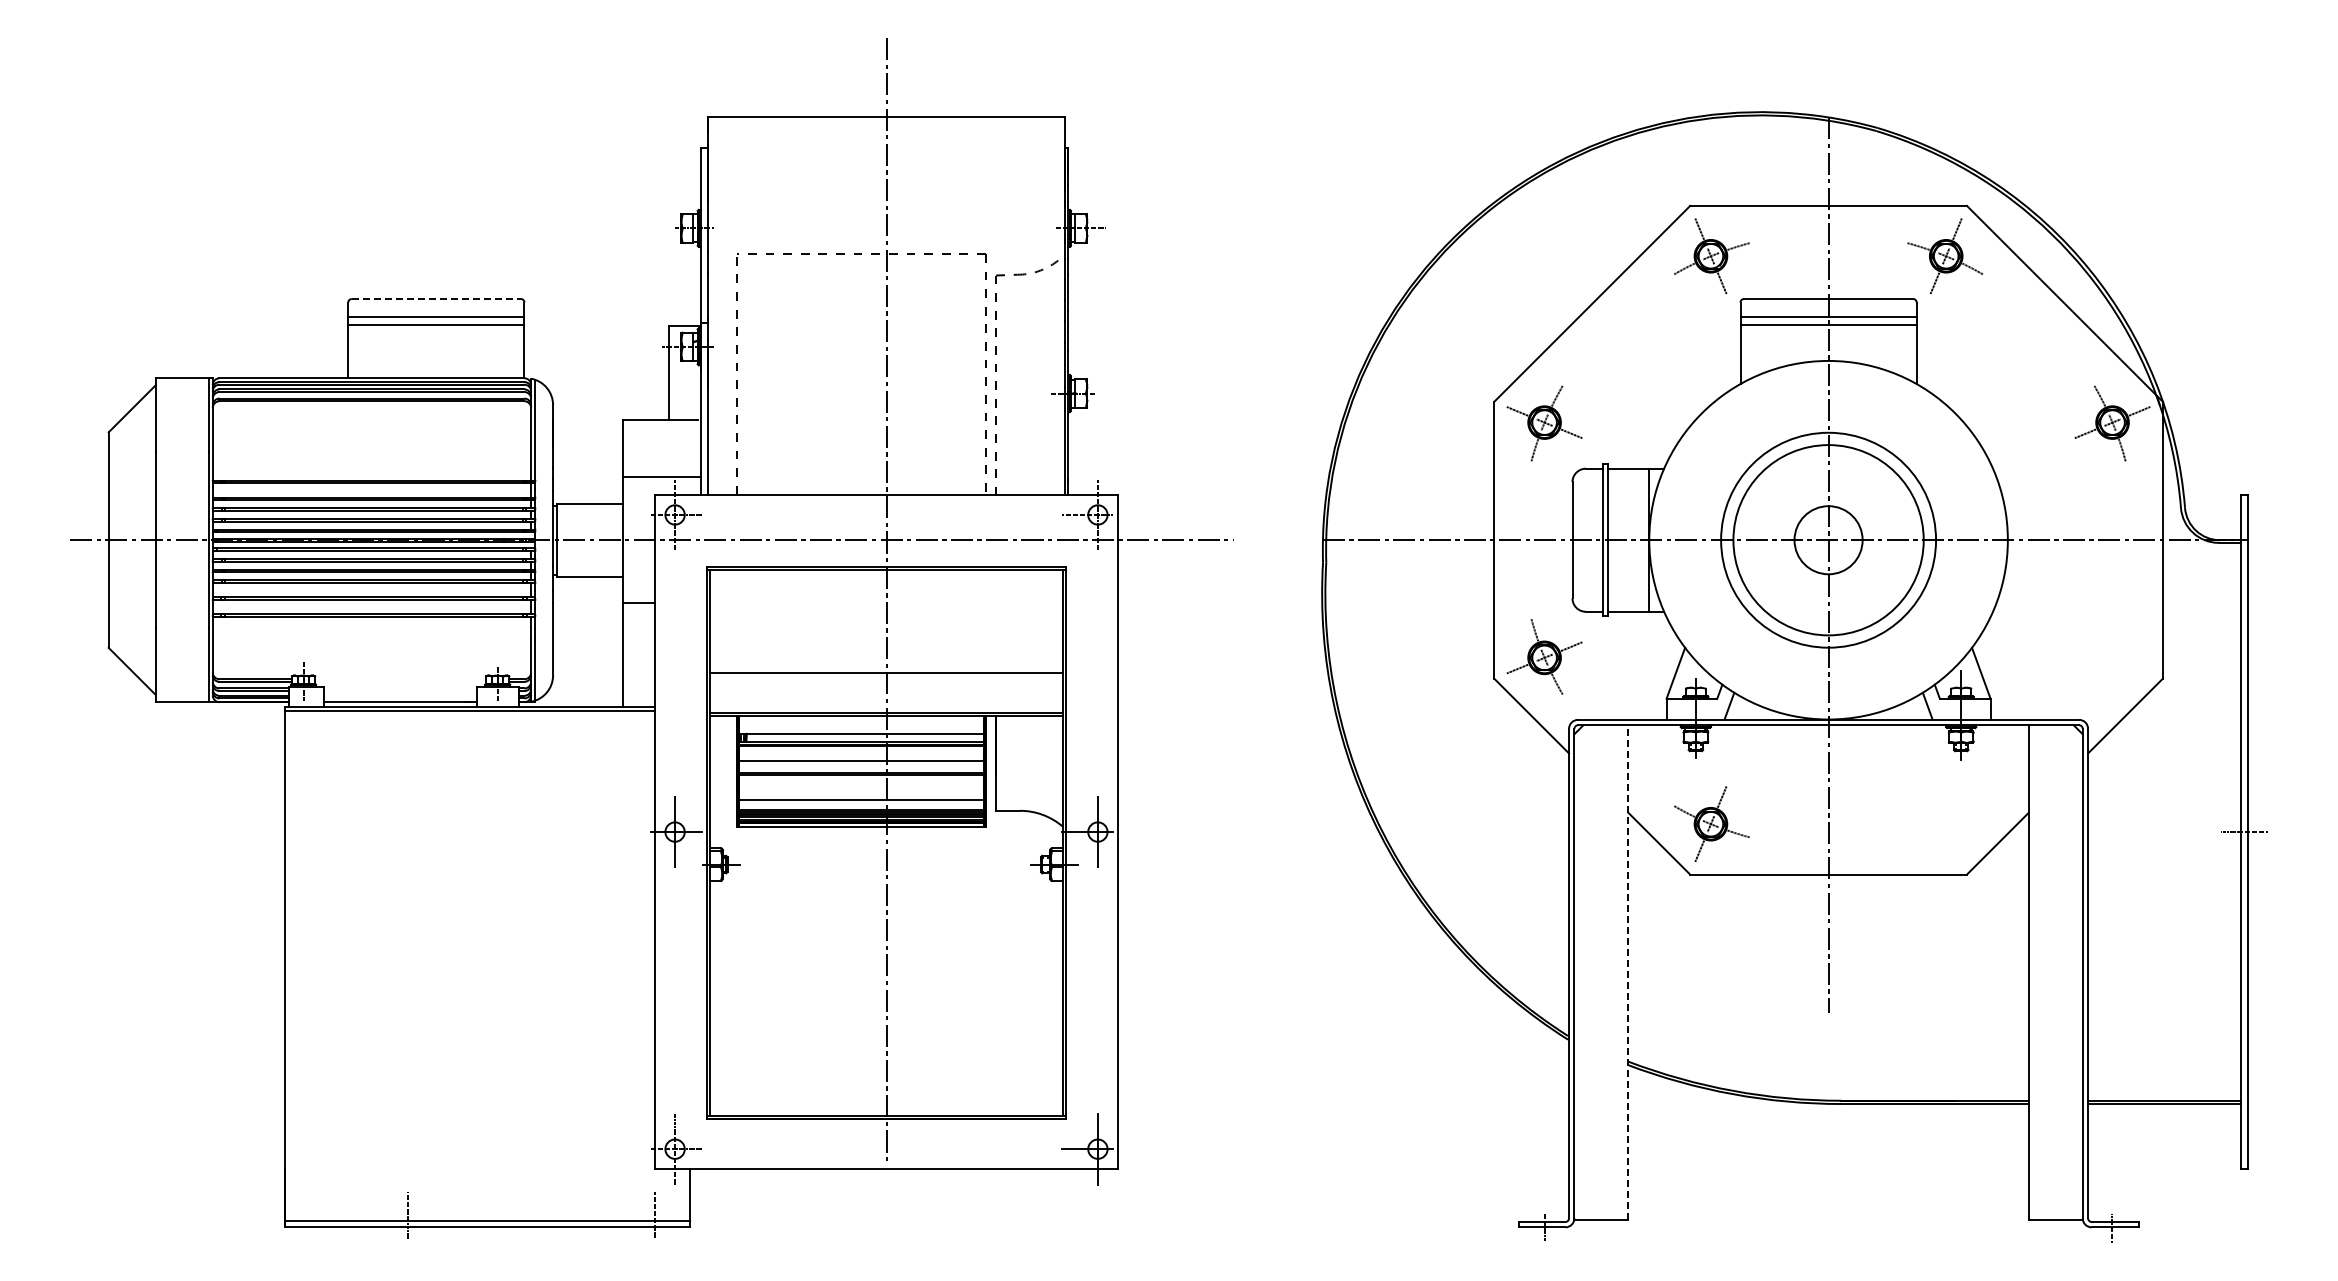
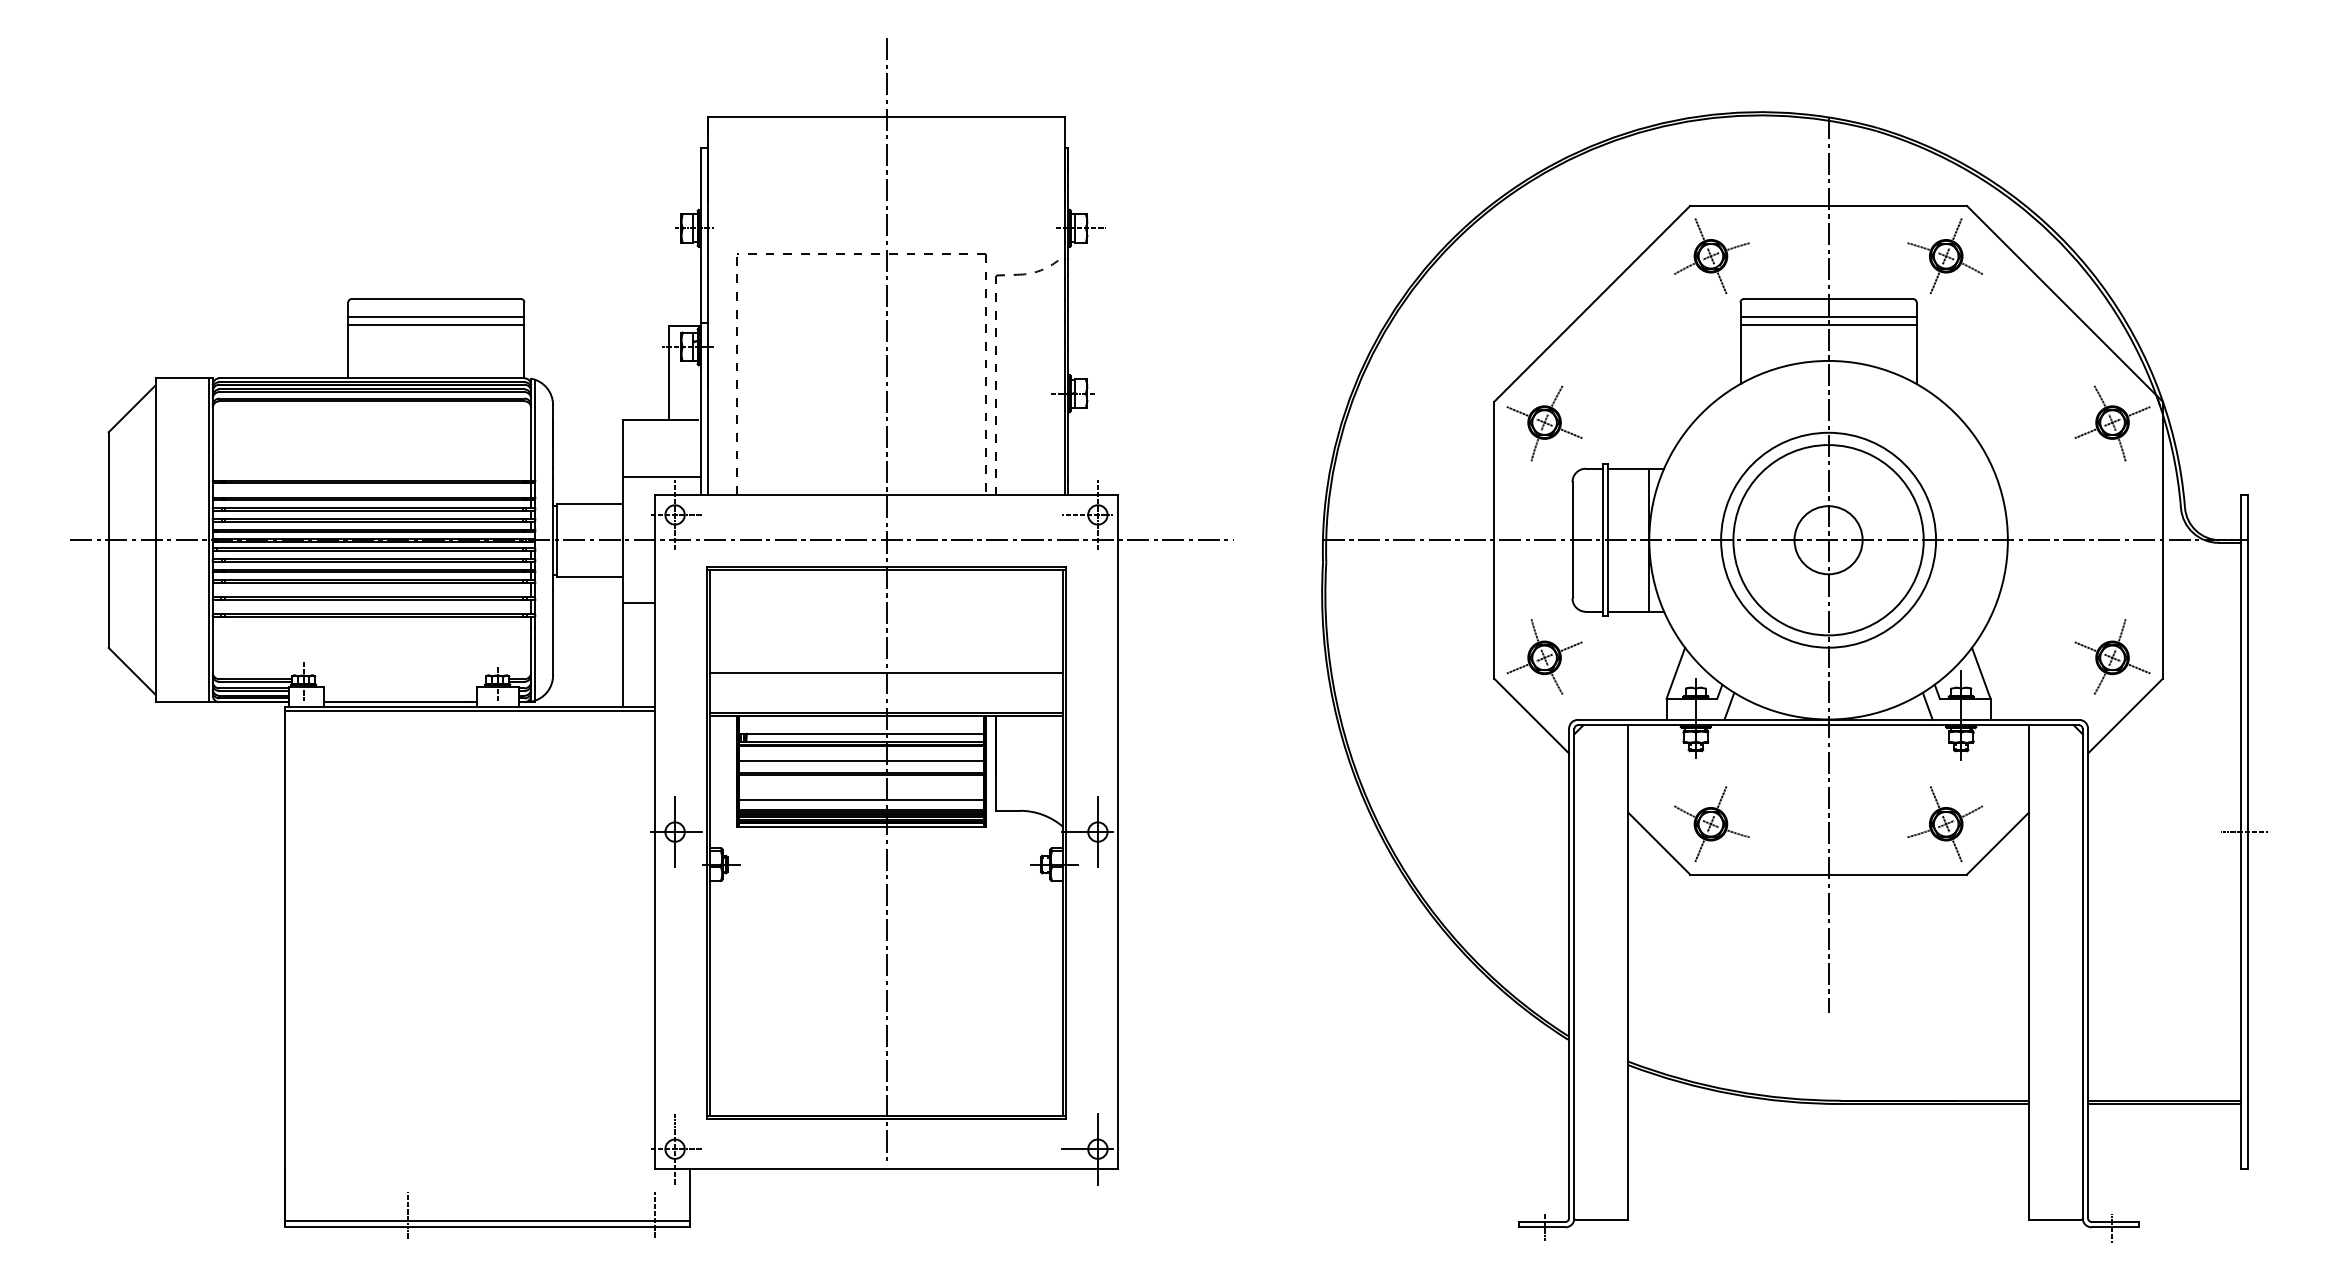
line at (436, 299): dashed -> solid
part at (2112, 656): none -> present
part at (1944, 823): none -> present
line at (1628, 972): dashed -> solid
